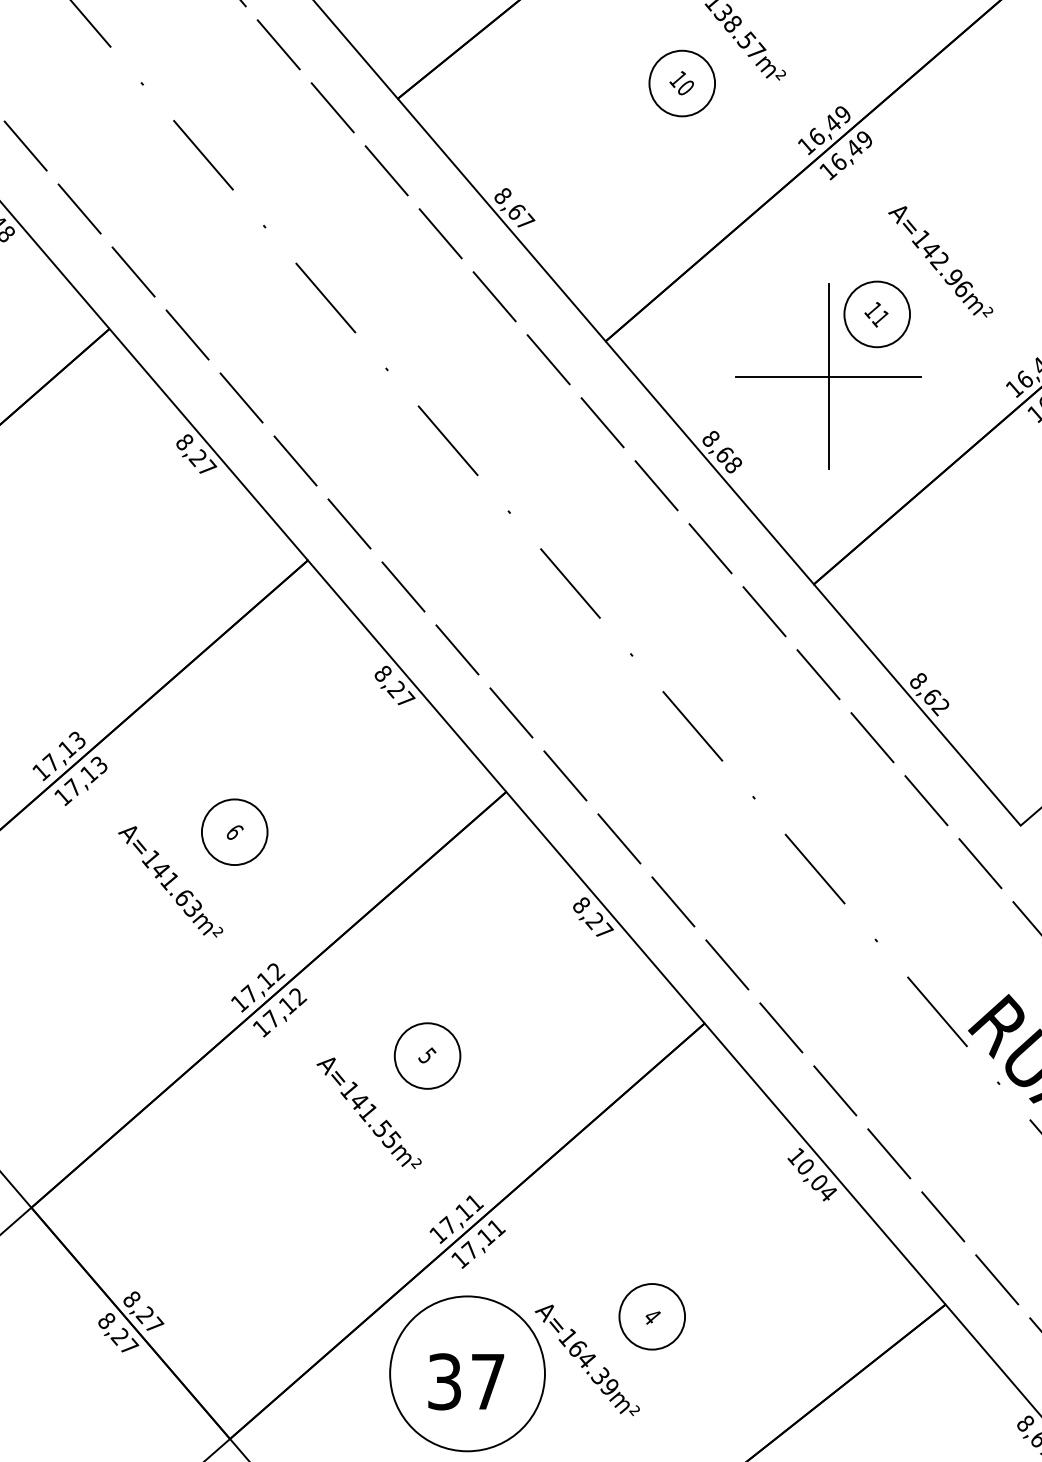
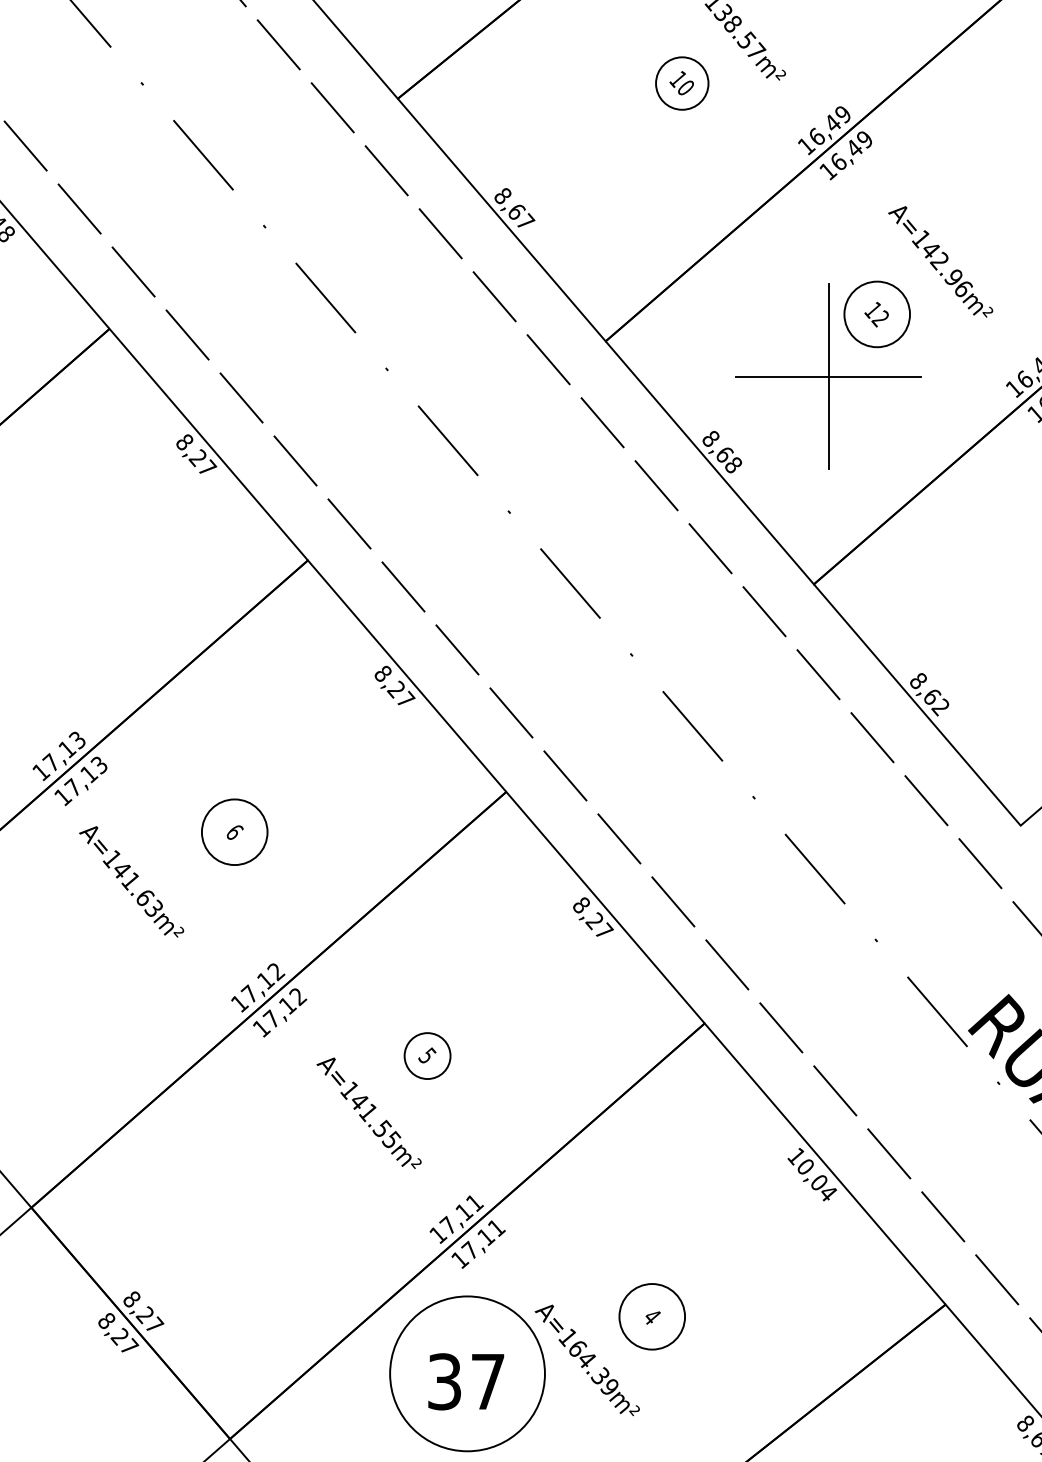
circle at (682, 83) diameter: 66 px -> 52 px
text at (879, 318): 11 -> 12
text at (170, 881) position: (170, 881) -> (131, 881)
circle at (427, 1055) diameter: 66 px -> 46 px
